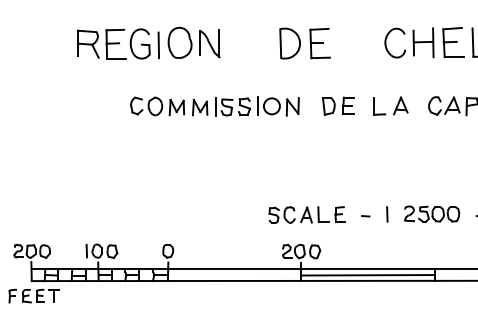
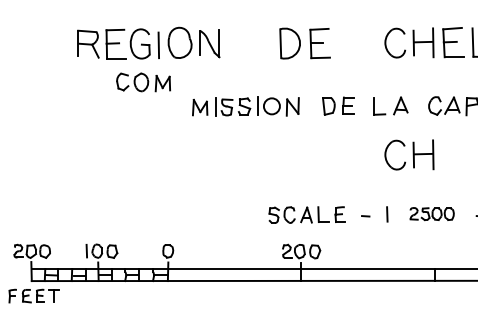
part at (157, 106) position: (157, 106) -> (143, 82)
part at (409, 154): none -> present
part at (432, 213) size: 57x18 px -> 46x15 px
line at (368, 275): present -> none
